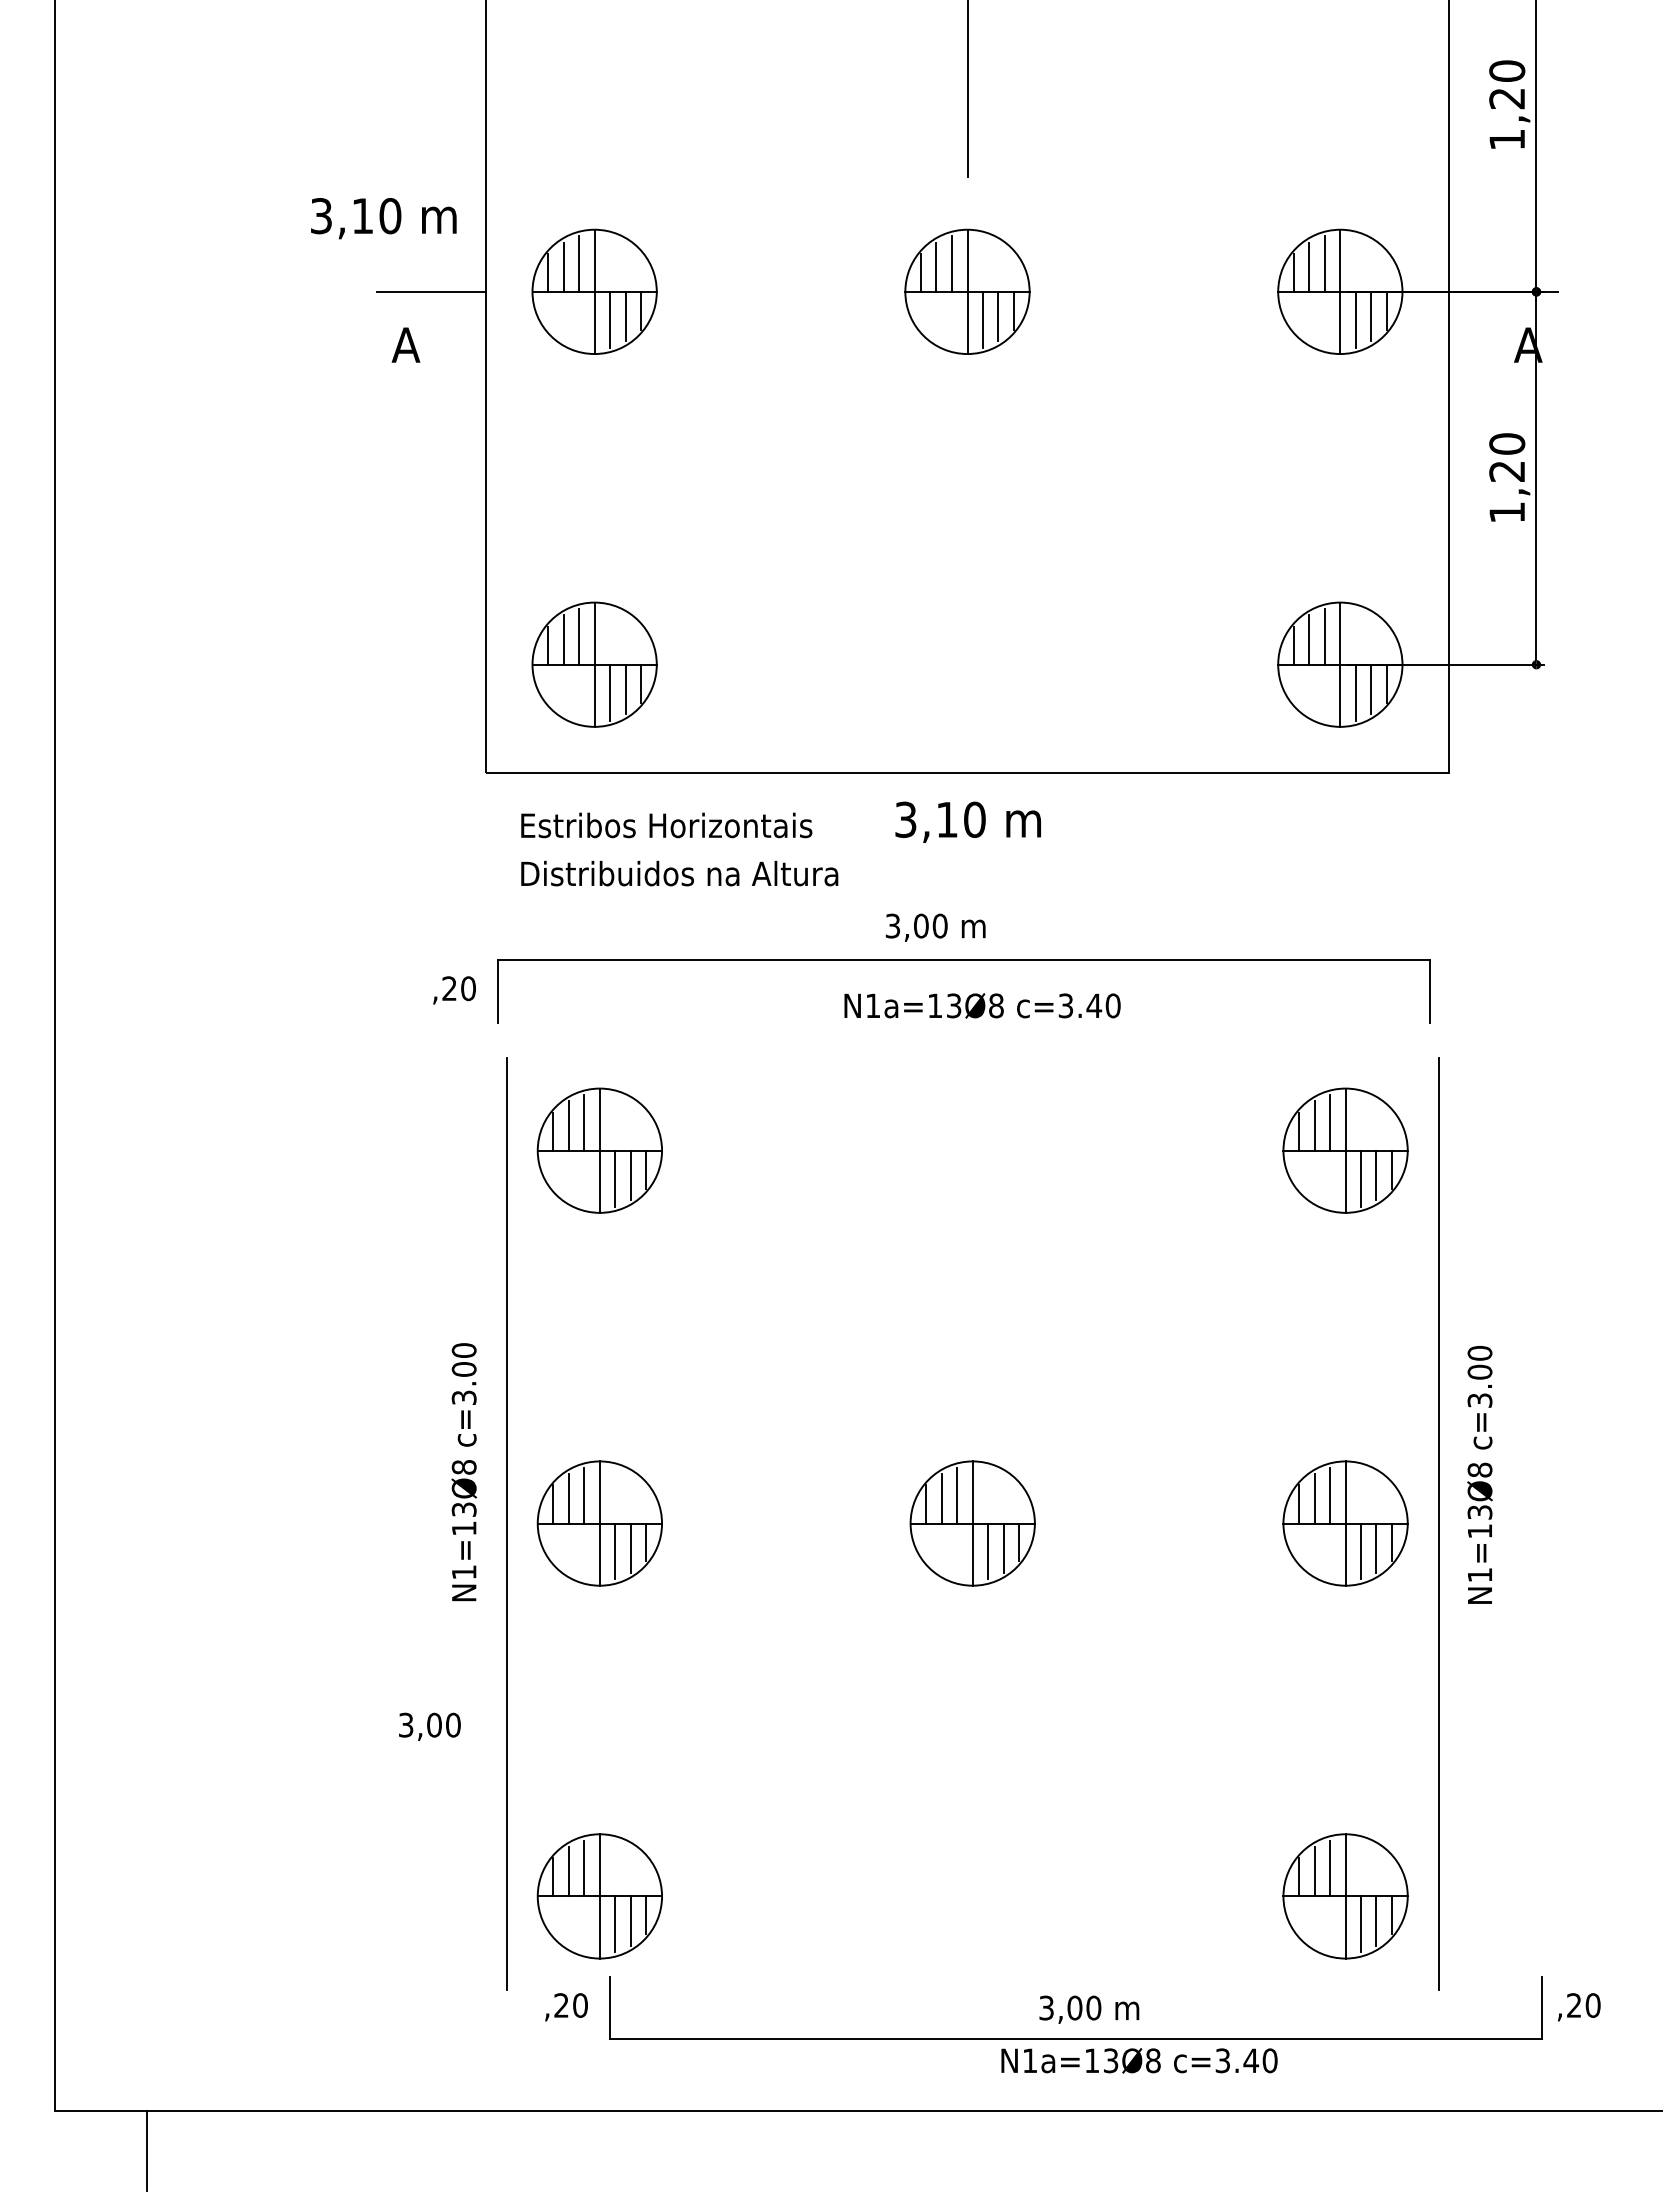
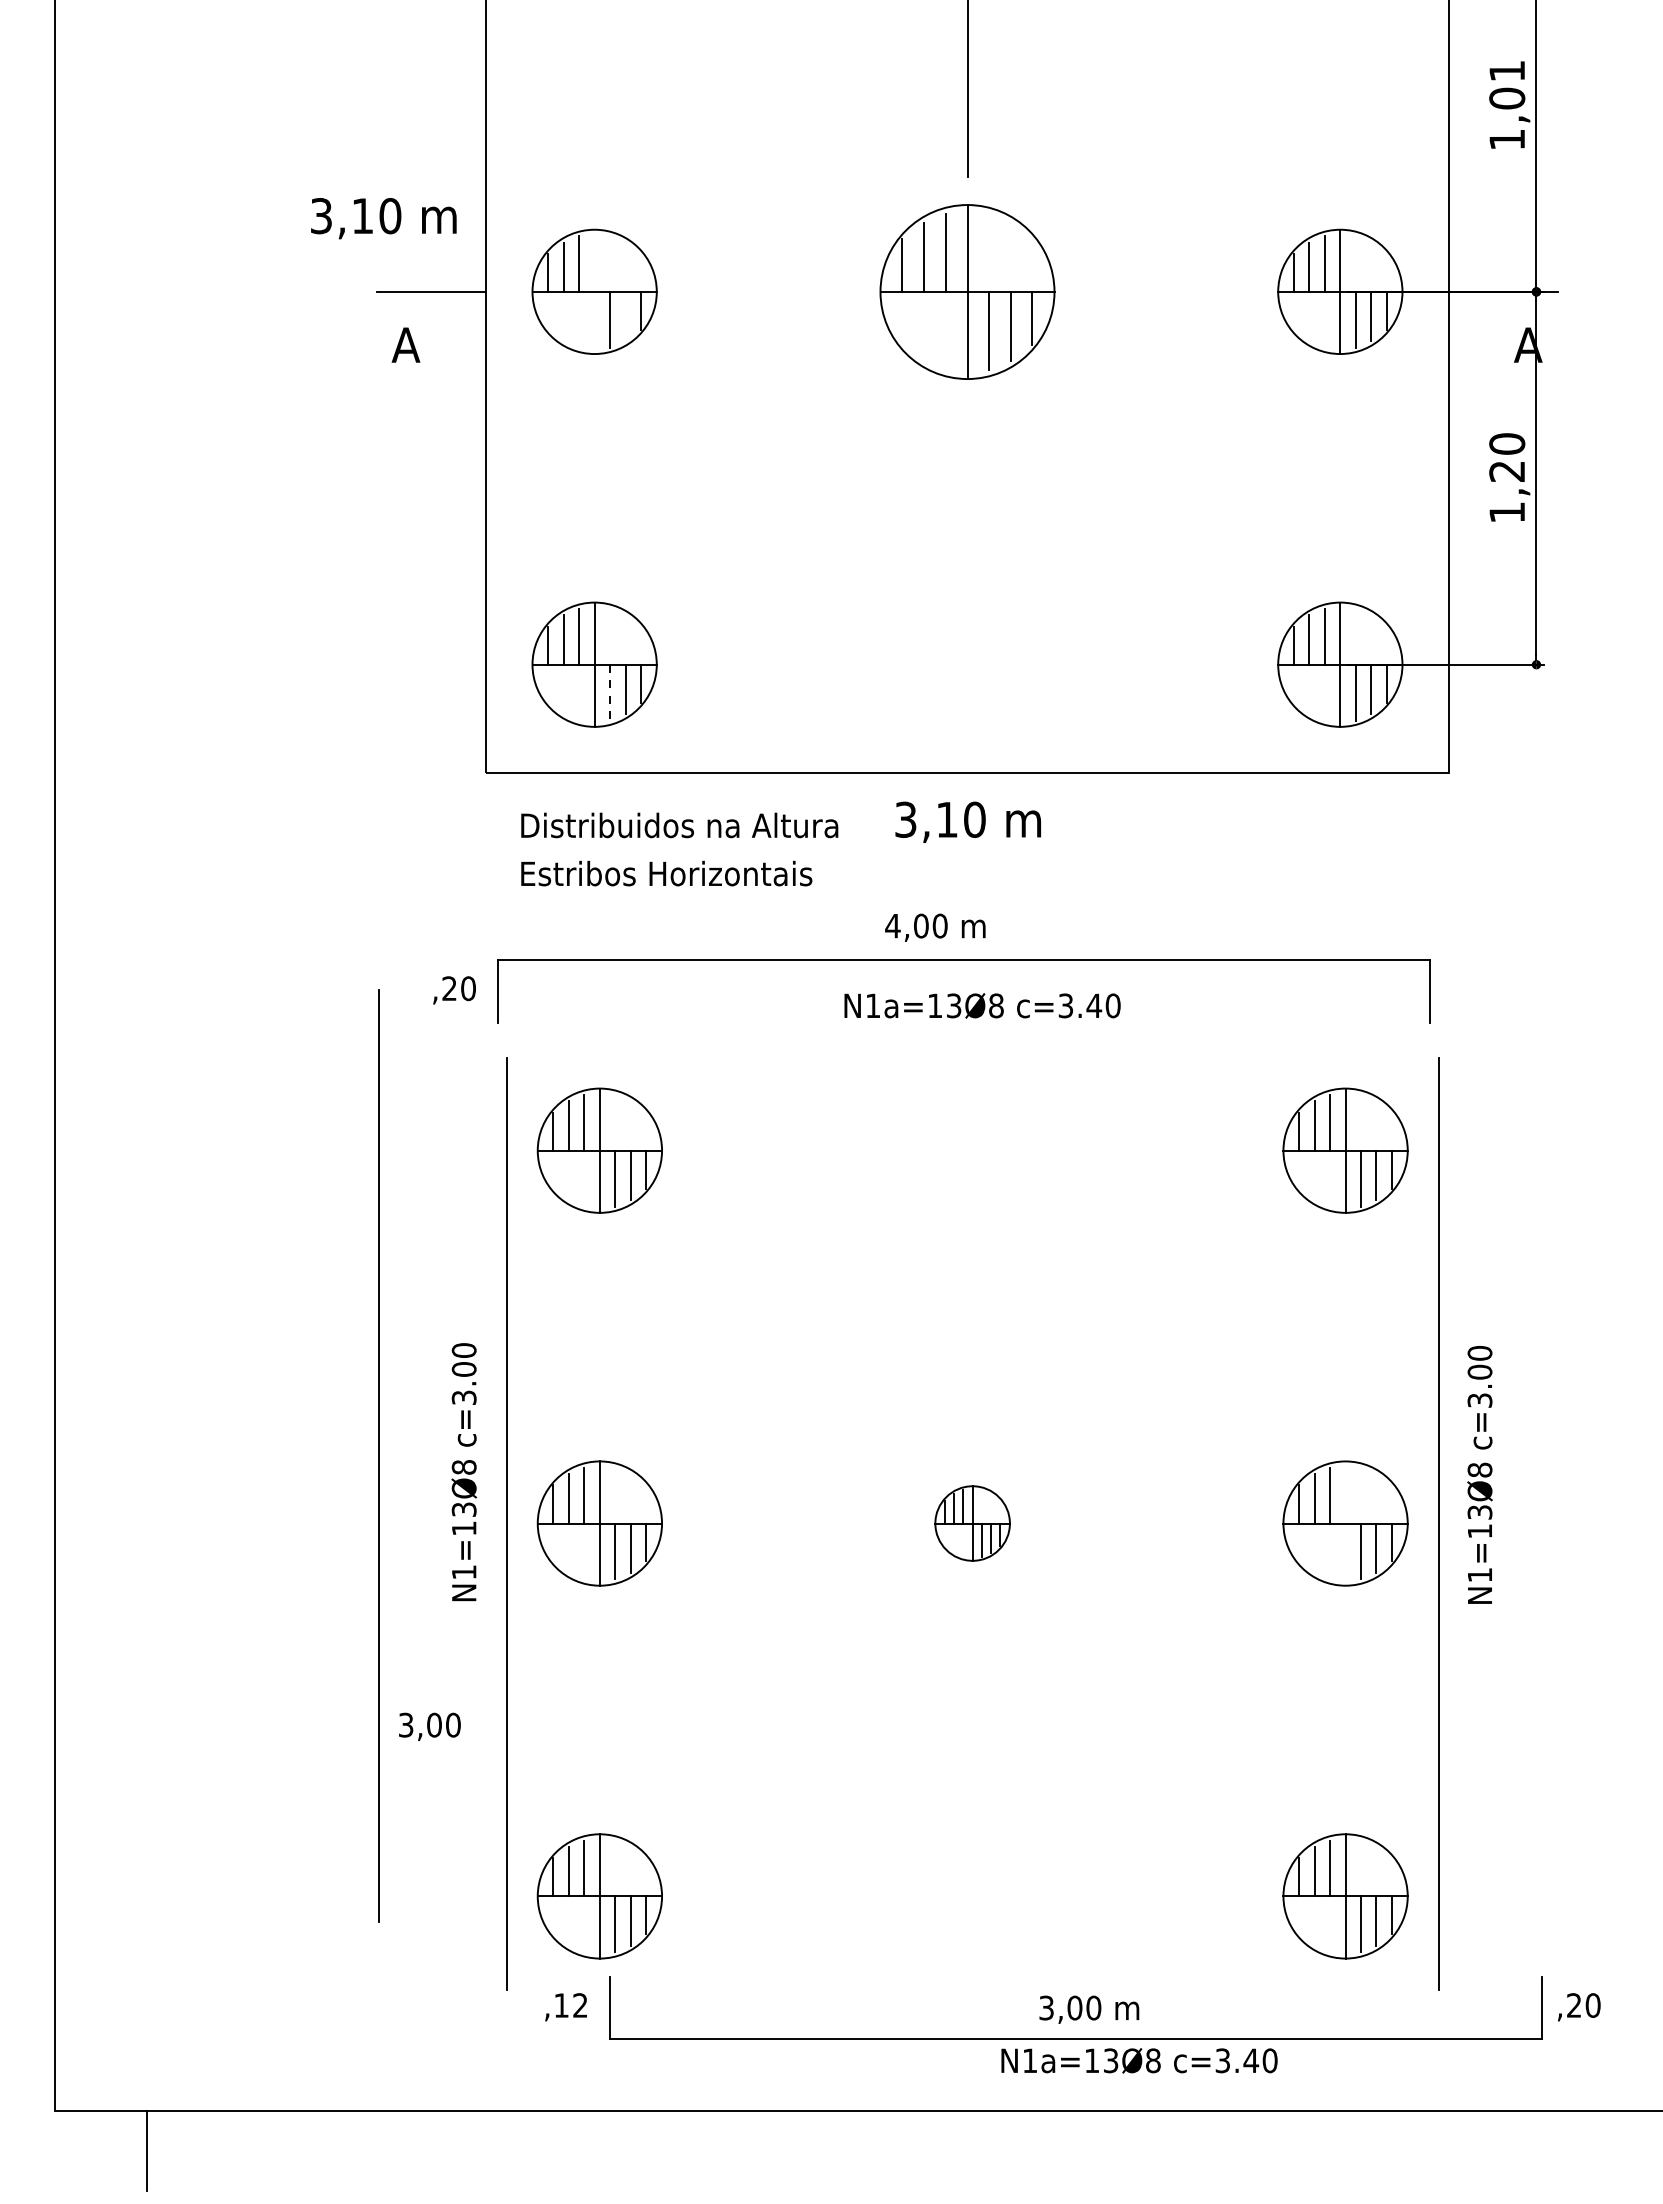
text at (1507, 84): 1,20 -> 1,01
line at (594, 291): present -> none
part at (967, 291) size: 127x127 px -> 177x176 px
line at (625, 316): present -> none
line at (609, 692): solid -> dashed
text at (681, 825): Estribos Horizontais -> Distribuidos na Altura
text at (681, 873): Distribuidos na Altura -> Estribos Horizontais
text at (892, 925): 3,00 -> 4,00
line at (378, 1455): none -> present
part at (972, 1523) size: 127x127 px -> 77x77 px
line at (1345, 1523): present -> none
text at (570, 2005): ,20 -> ,12
